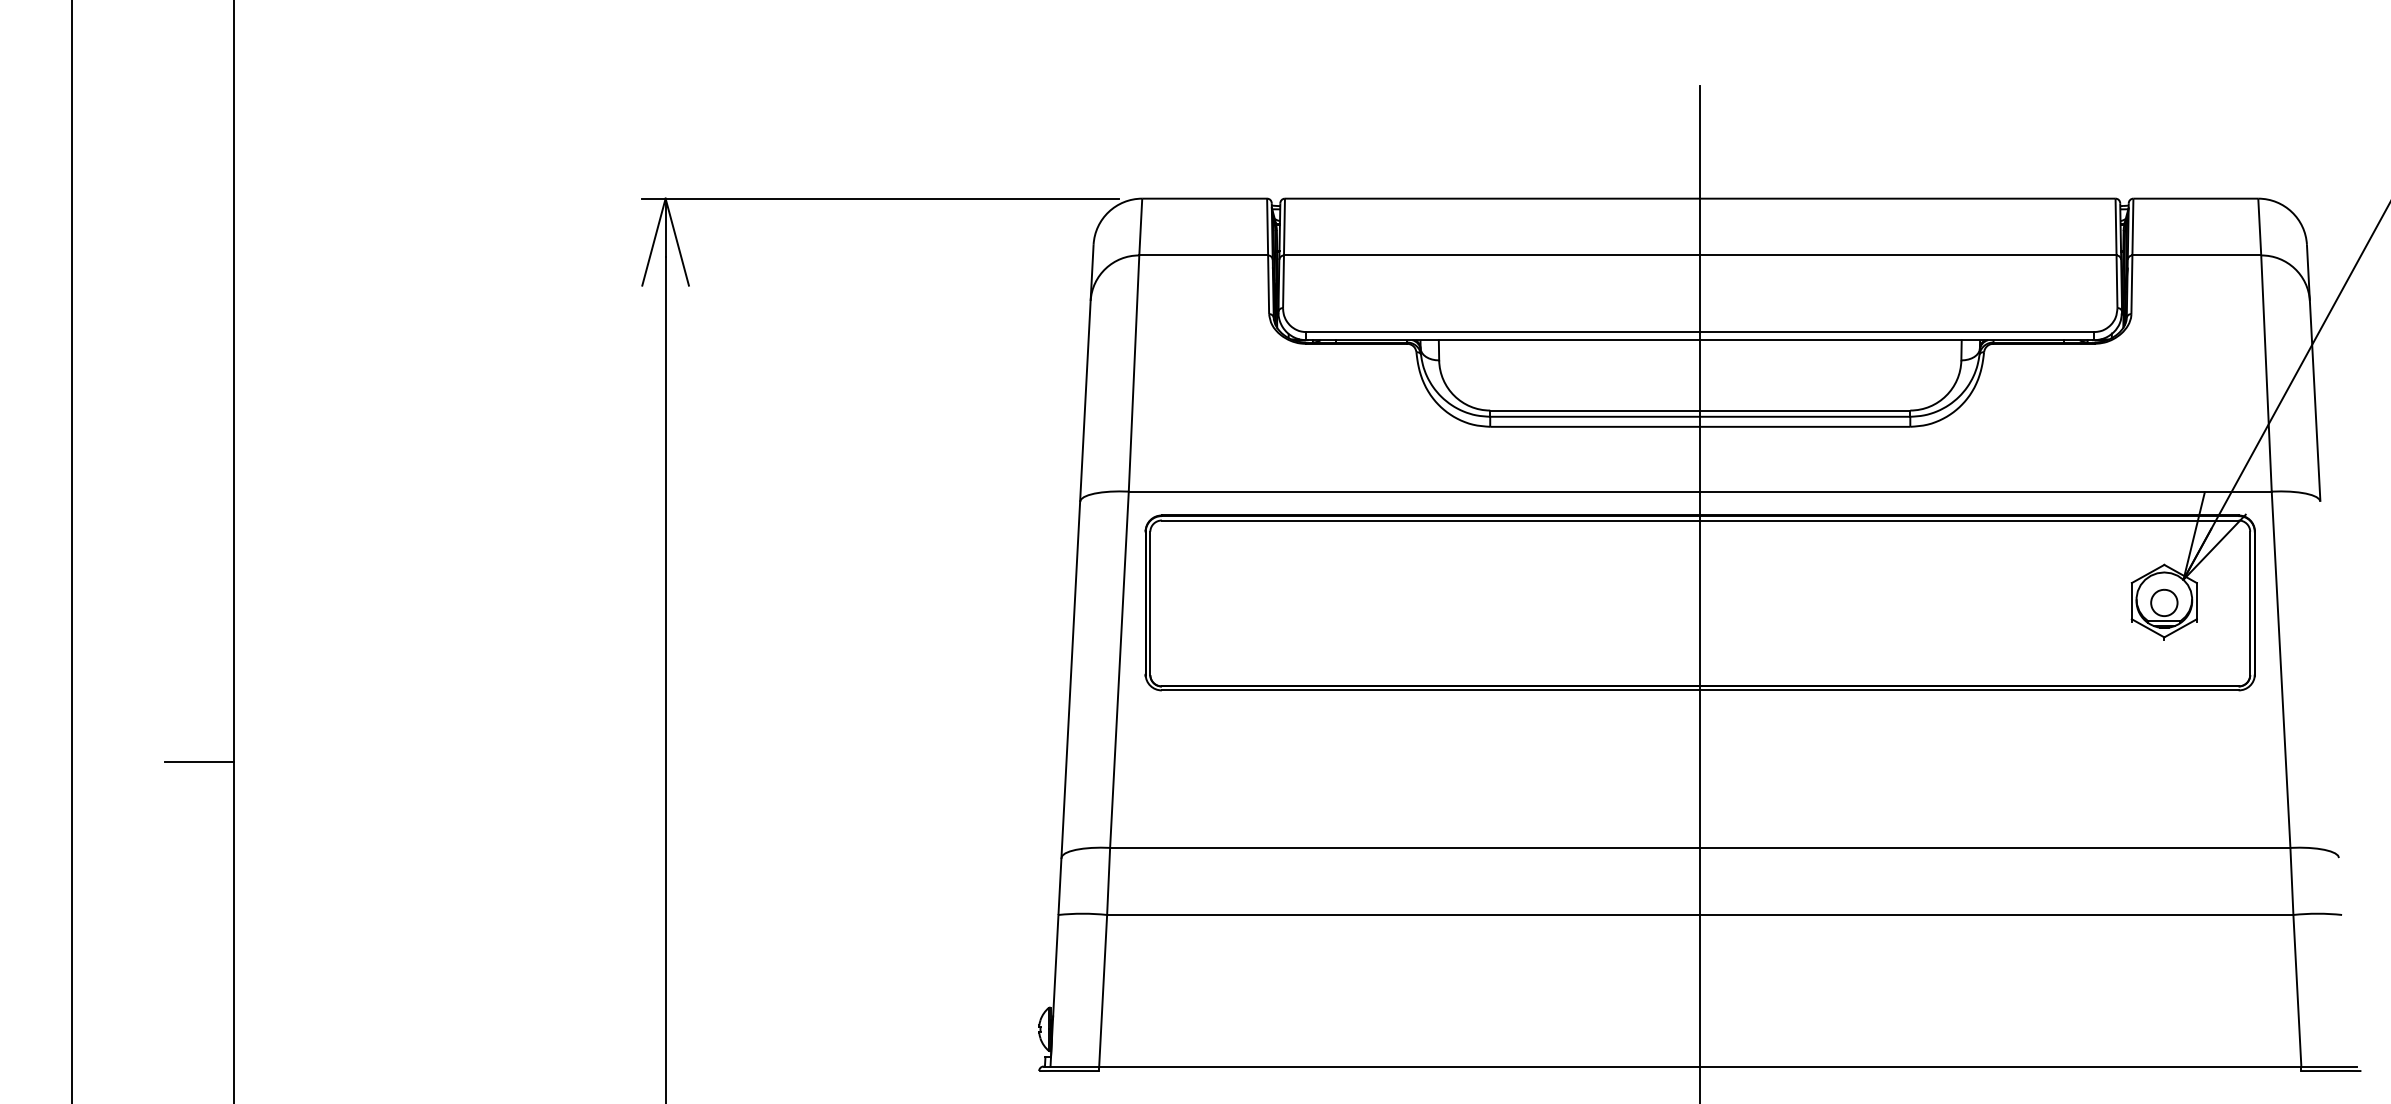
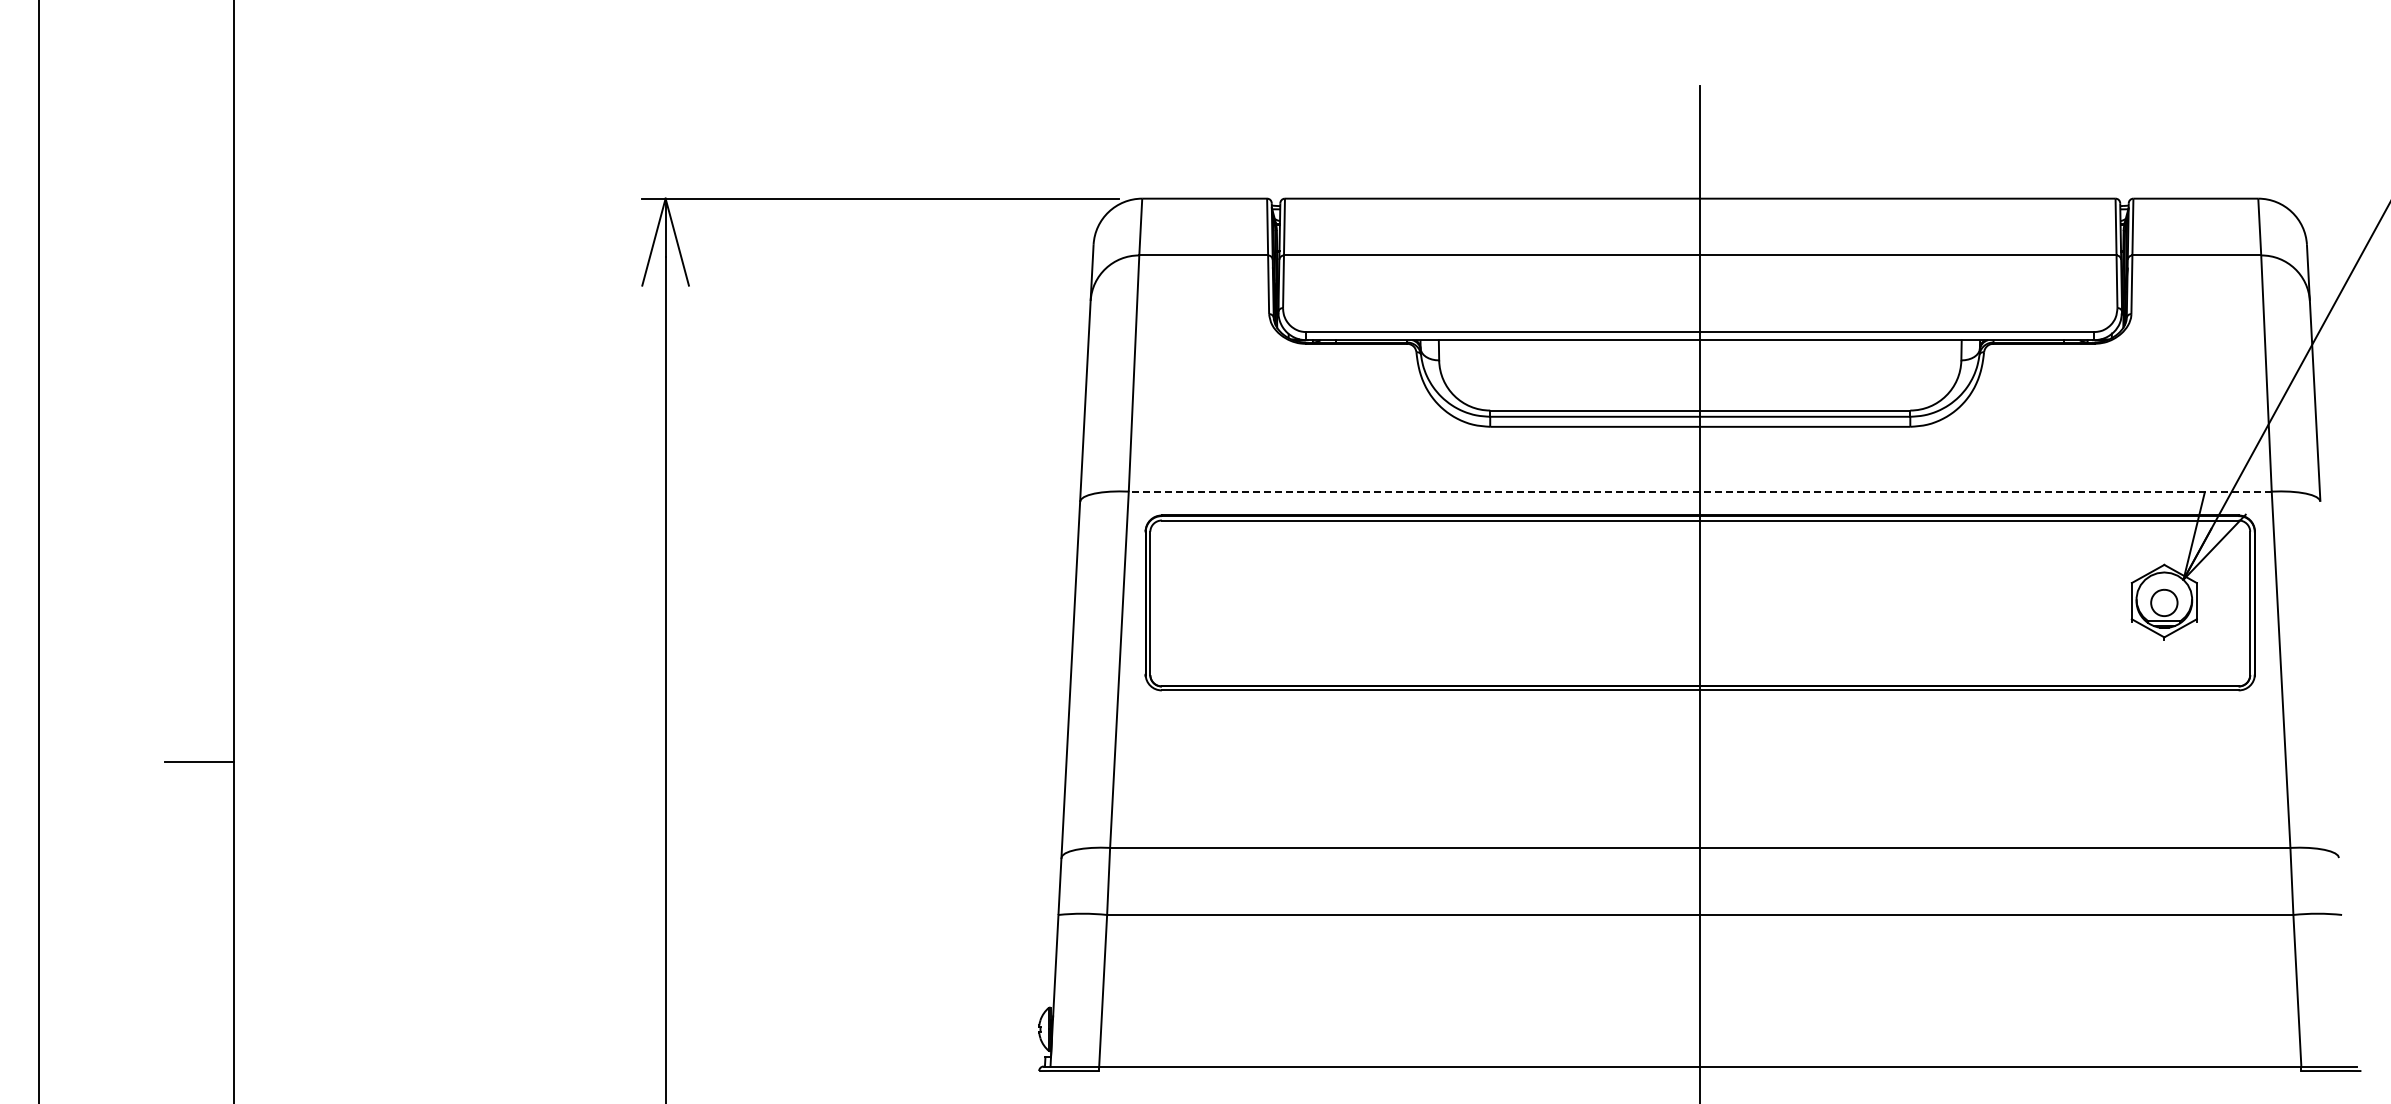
line at (1699, 491): solid -> dashed
line at (71, 551) position: (71, 551) -> (38, 551)
